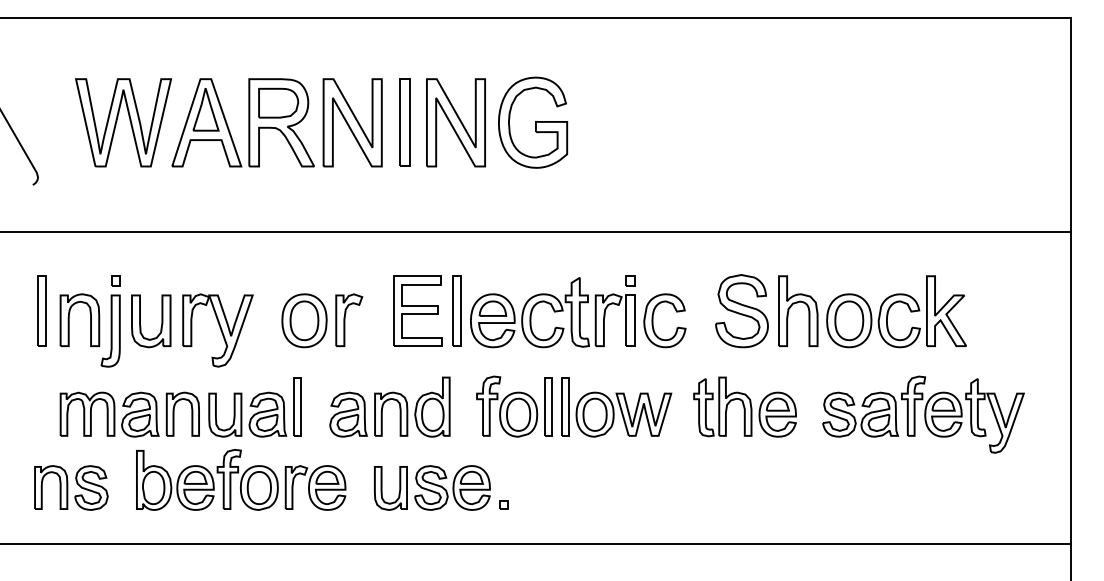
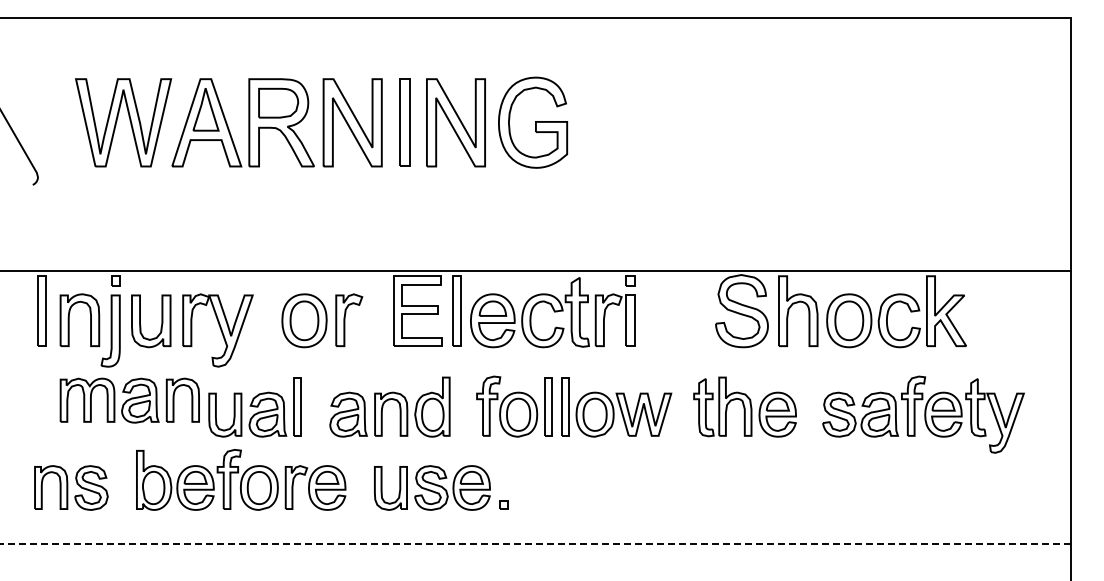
line at (536, 231) position: (536, 231) -> (536, 270)
part at (653, 320): present -> none
part at (129, 414) position: (129, 414) -> (129, 400)
line at (535, 543): solid -> dashed
